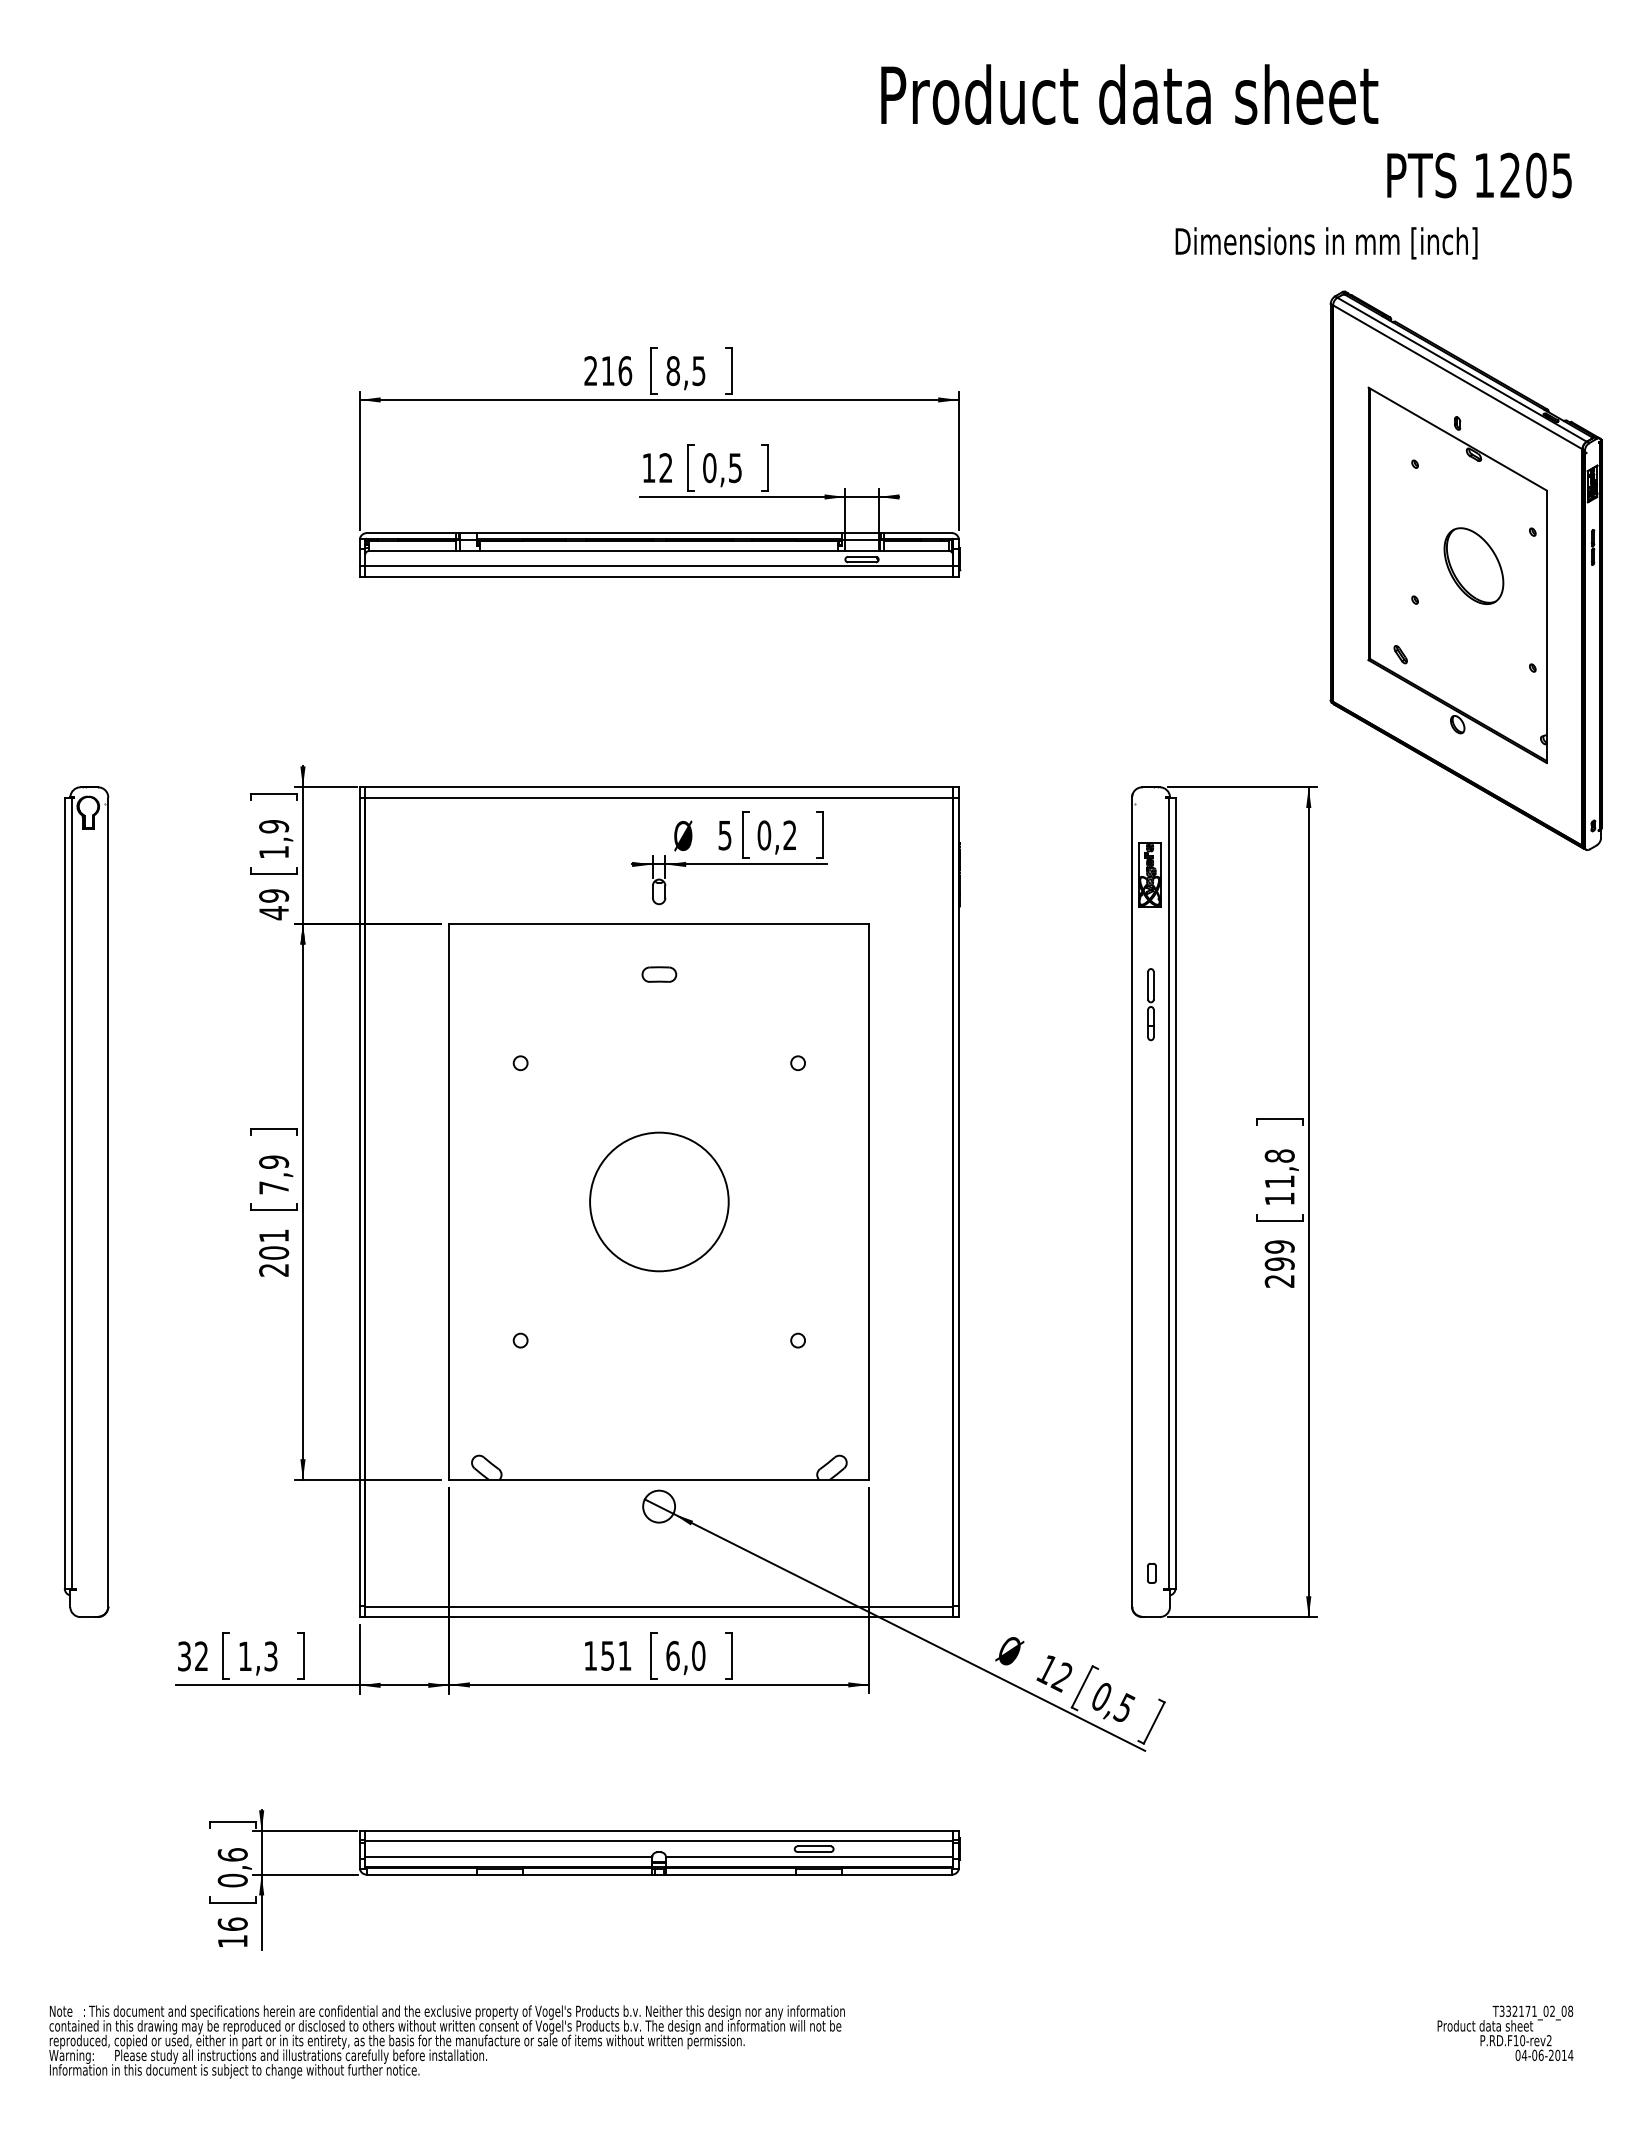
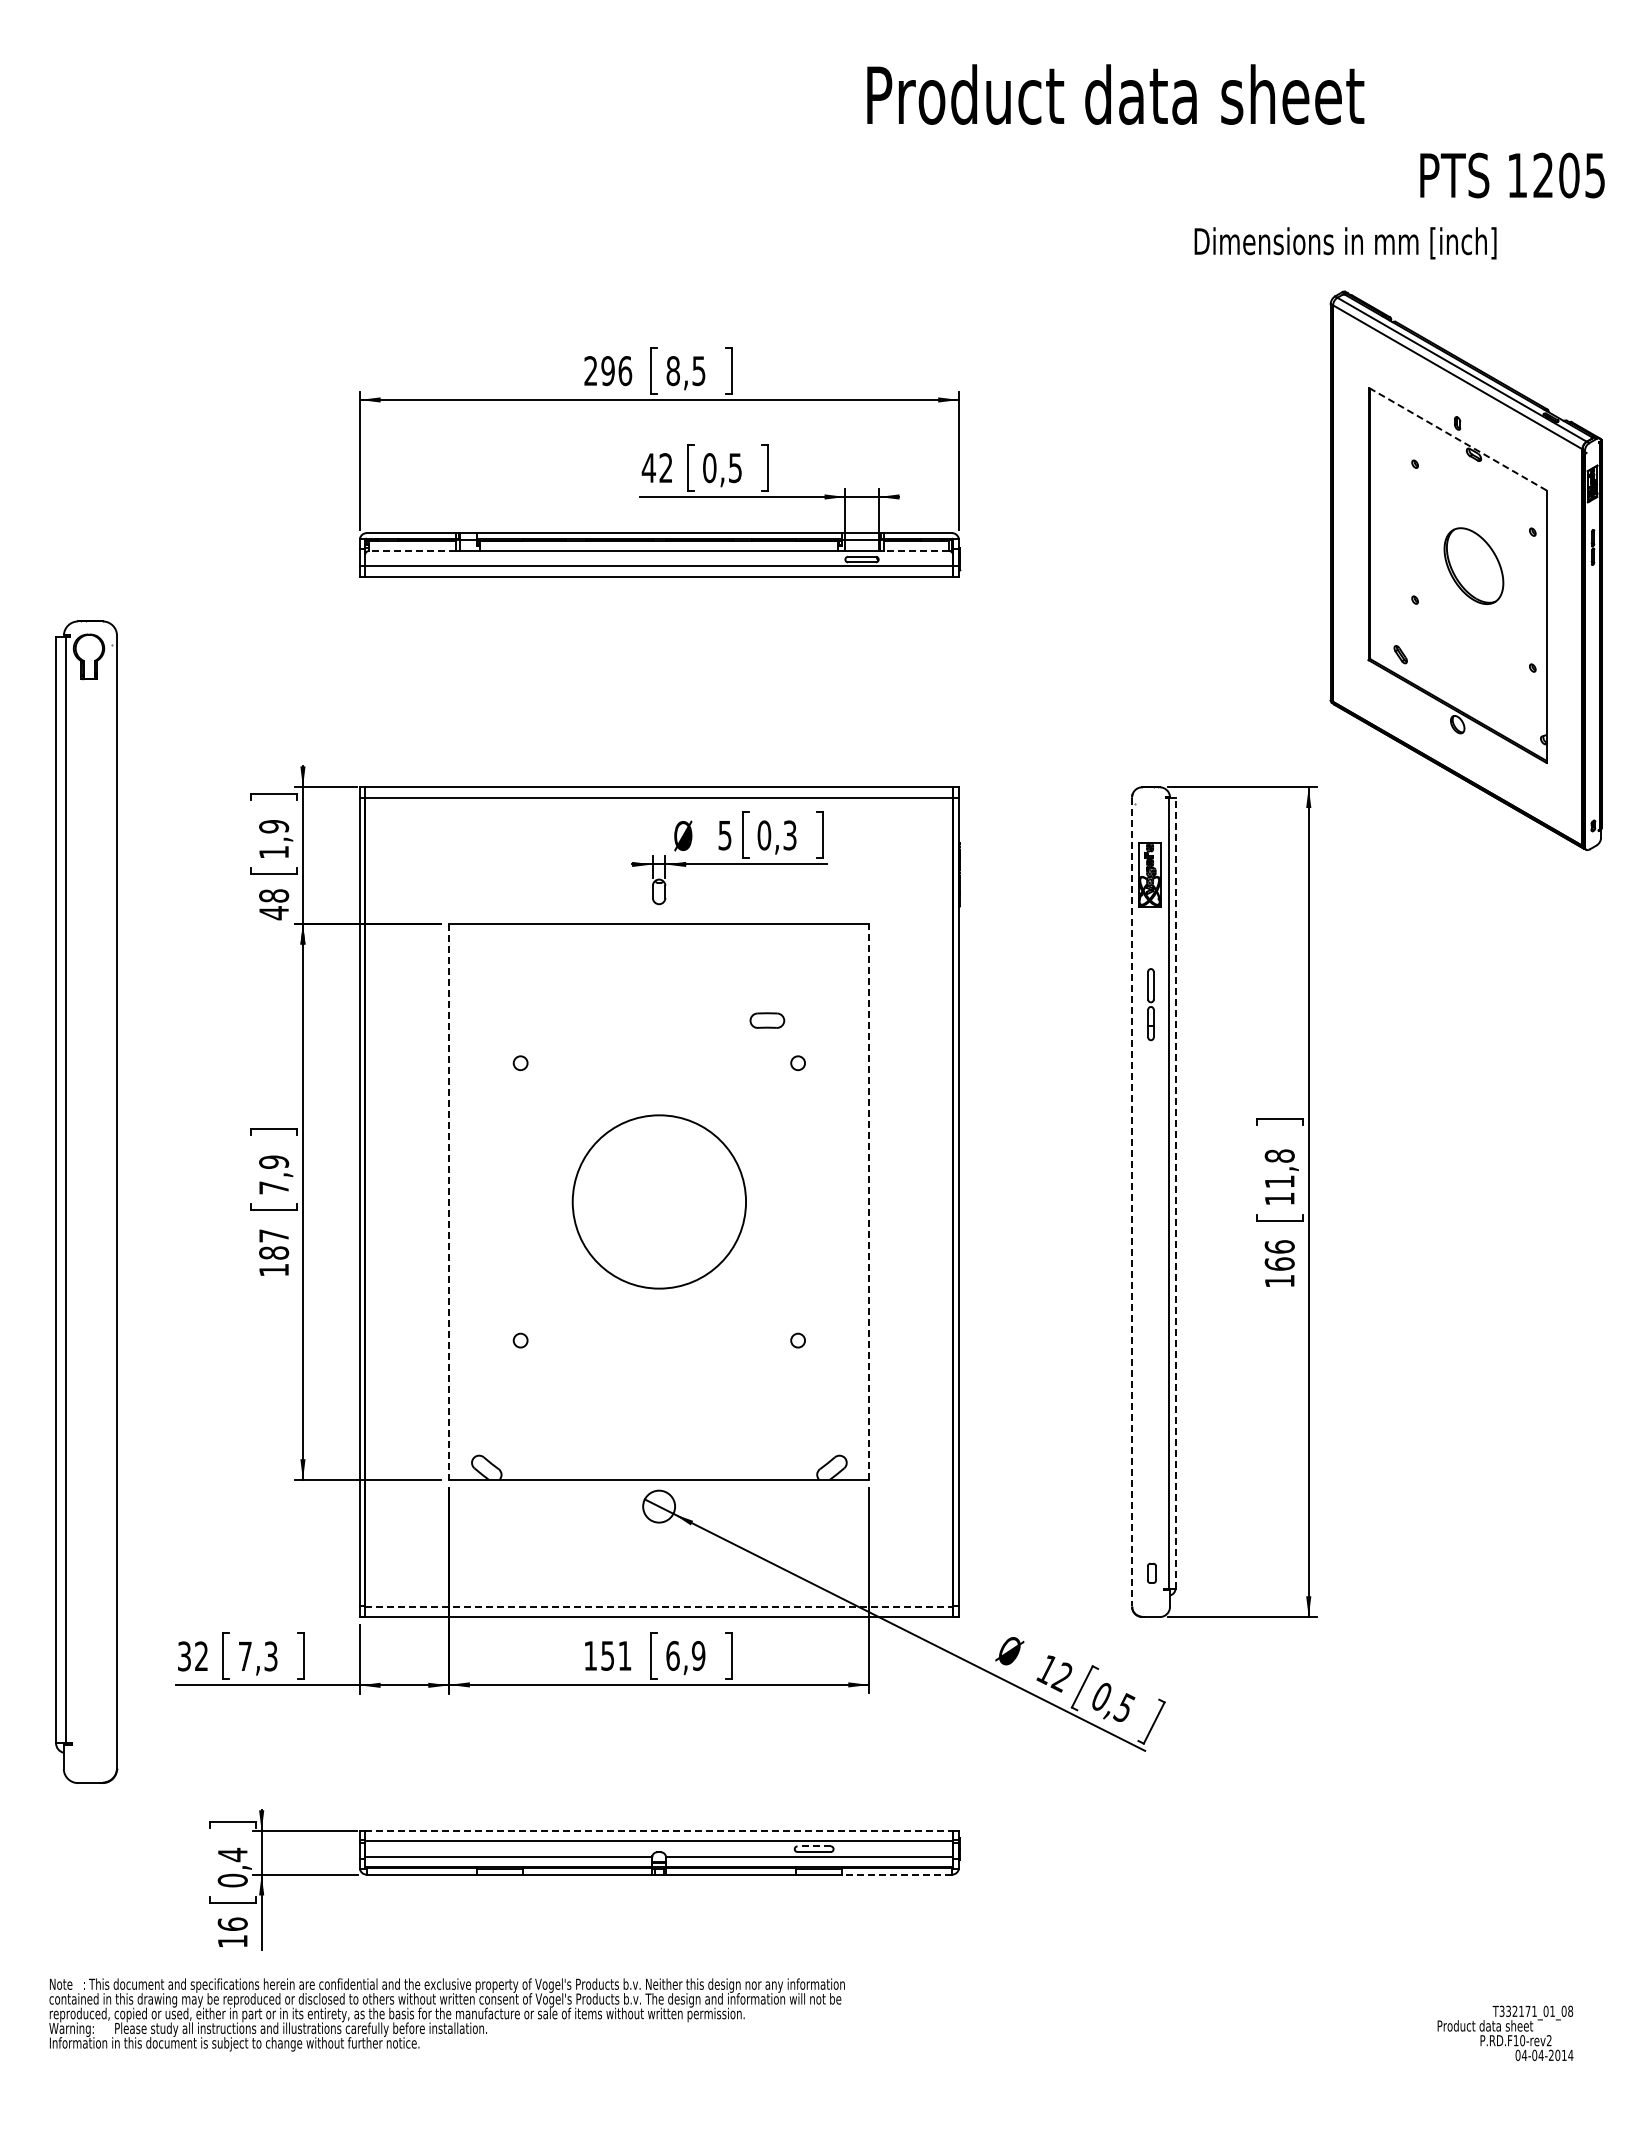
text at (1129, 94) position: (1129, 94) -> (1115, 94)
text at (1479, 175) position: (1479, 175) -> (1512, 175)
text at (1326, 243) position: (1326, 243) -> (1345, 243)
text at (607, 371): 216 -> 296
line at (1457, 439): solid -> dashed
text at (648, 467): 12 -> 42
line at (411, 551): solid -> dashed
line at (916, 551): solid -> dashed
text at (789, 835): 0,2 -> 0,3
text at (274, 895): 49 -> 48
part at (659, 974) position: (659, 974) -> (767, 1020)
line at (1175, 1193): solid -> dashed
part at (86, 1201) size: 47x832 px -> 64x1164 px
circle at (659, 1201) diameter: 139 px -> 173 px
line at (869, 1201): solid -> dashed
line at (449, 1202): solid -> dashed
line at (1132, 1202): solid -> dashed
text at (273, 1252): 201 -> 187
text at (1279, 1263): 299 -> 166
line at (659, 1606): solid -> dashed
text at (245, 1655): 1,3 -> 7,3
text at (698, 1655): 6,0 -> 6,9
line at (659, 1831): solid -> dashed
line at (814, 1846): solid -> dashed
text at (232, 1854): 0,6 -> 0,4
line at (896, 1874): solid -> dashed
text at (1552, 2010): T332171_02_08 -> T332171_01_08
text at (446, 2041) position: (446, 2041) -> (446, 2014)
text at (1540, 2055): 04-06-2014 -> 04-04-2014
